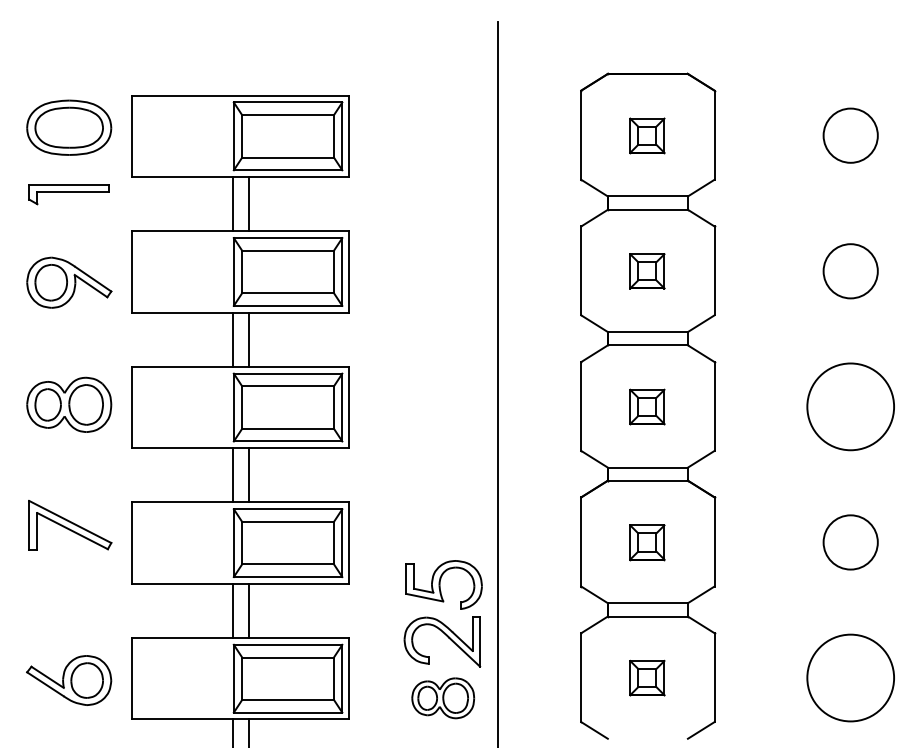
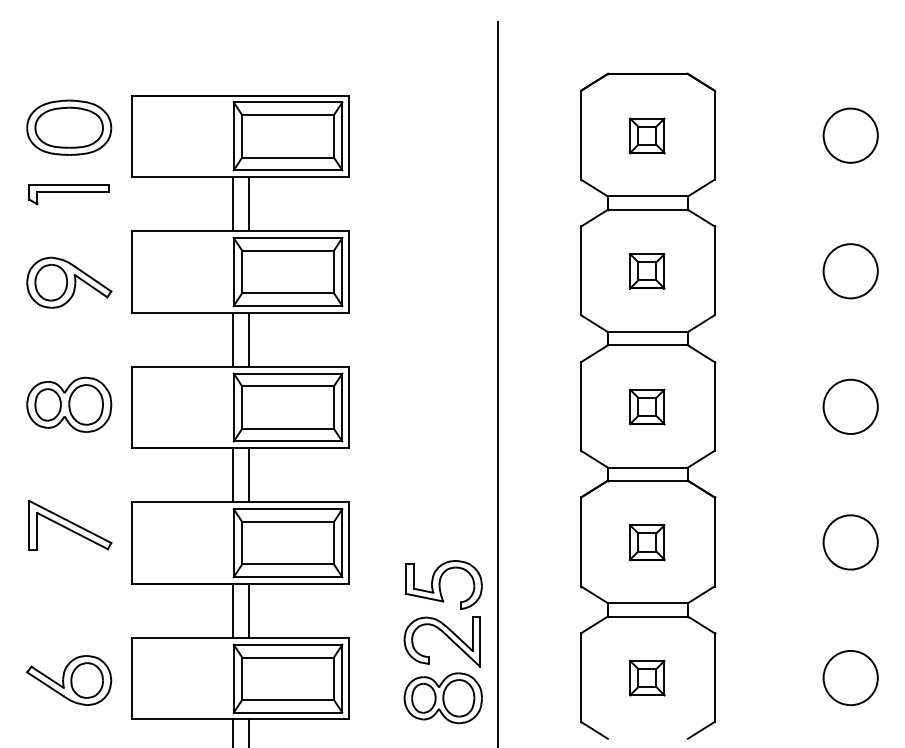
circle at (850, 406) diameter: 87 px -> 54 px
circle at (850, 677) diameter: 87 px -> 54 px
part at (443, 698) size: 65x43 px -> 80x53 px
